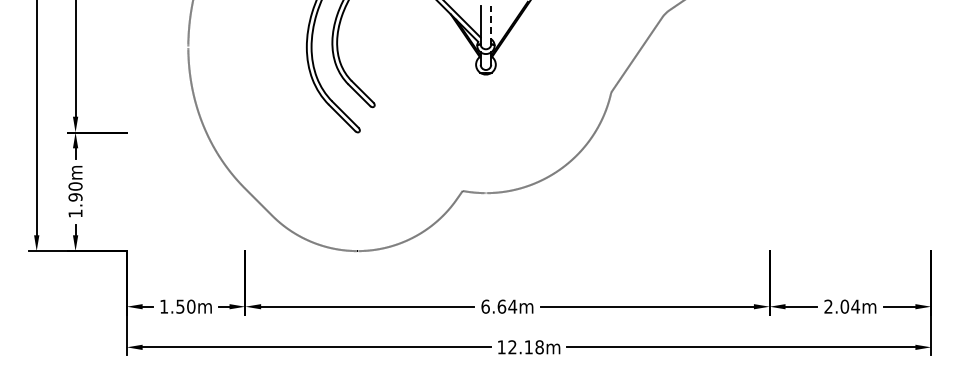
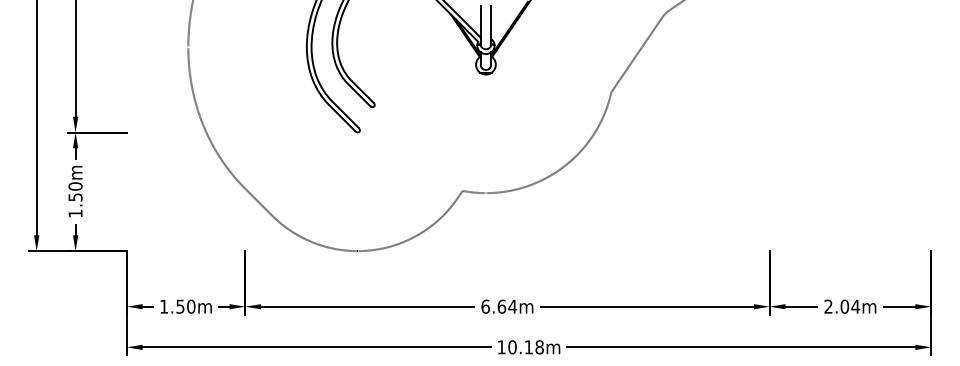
line at (491, 25): dashed -> solid
text at (75, 197): 1.90m -> 1.50m
text at (512, 347): 12.18m -> 10.18m
